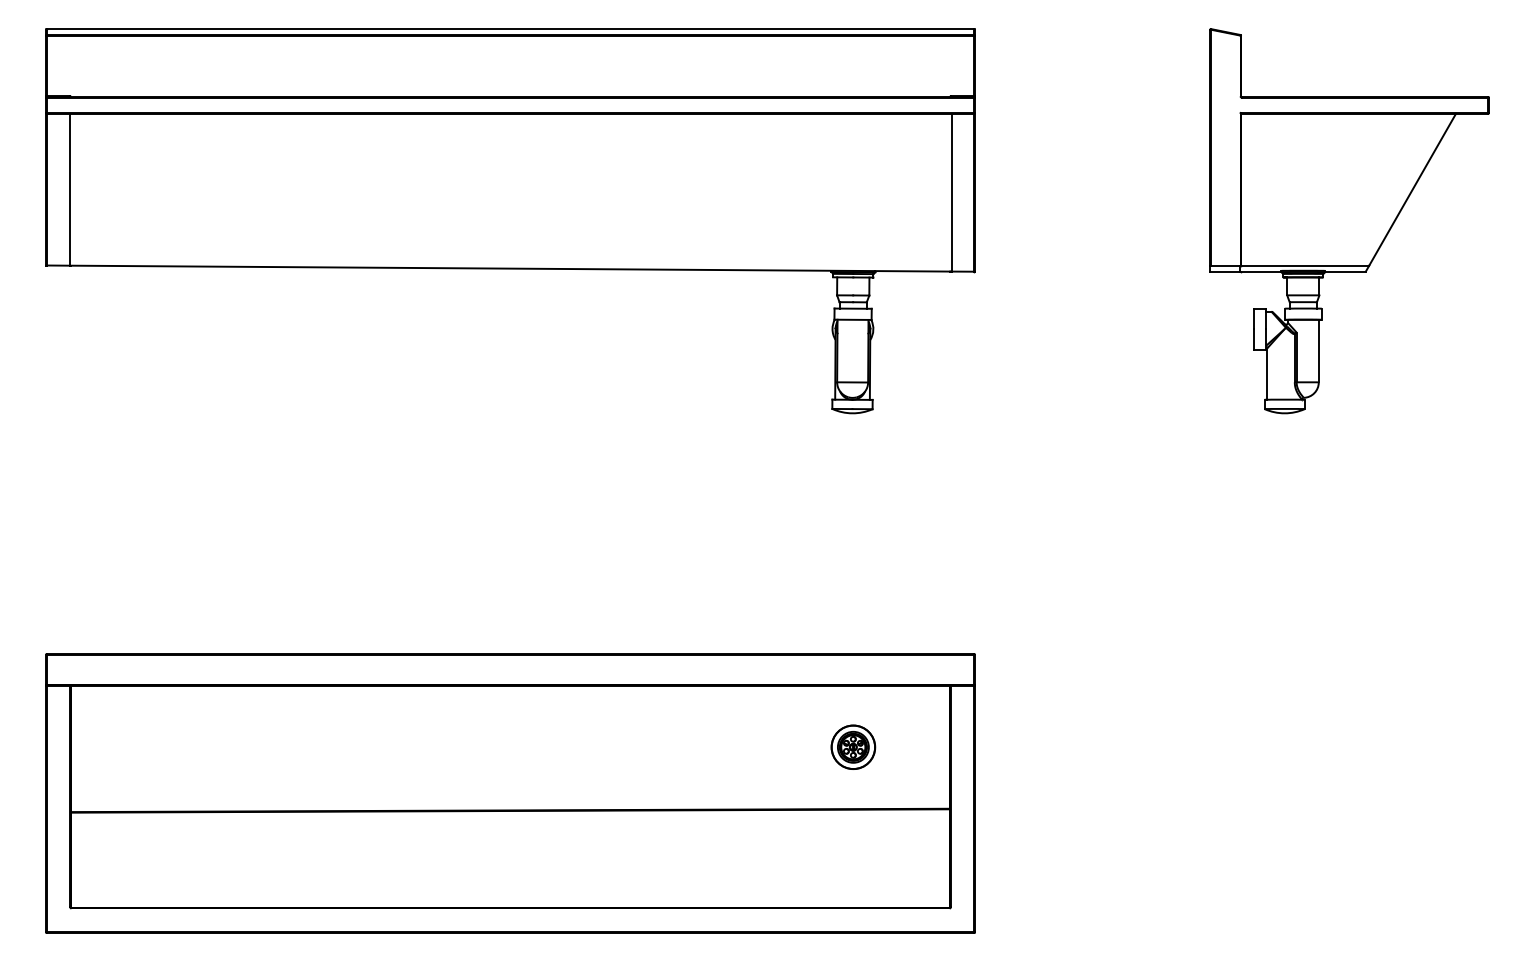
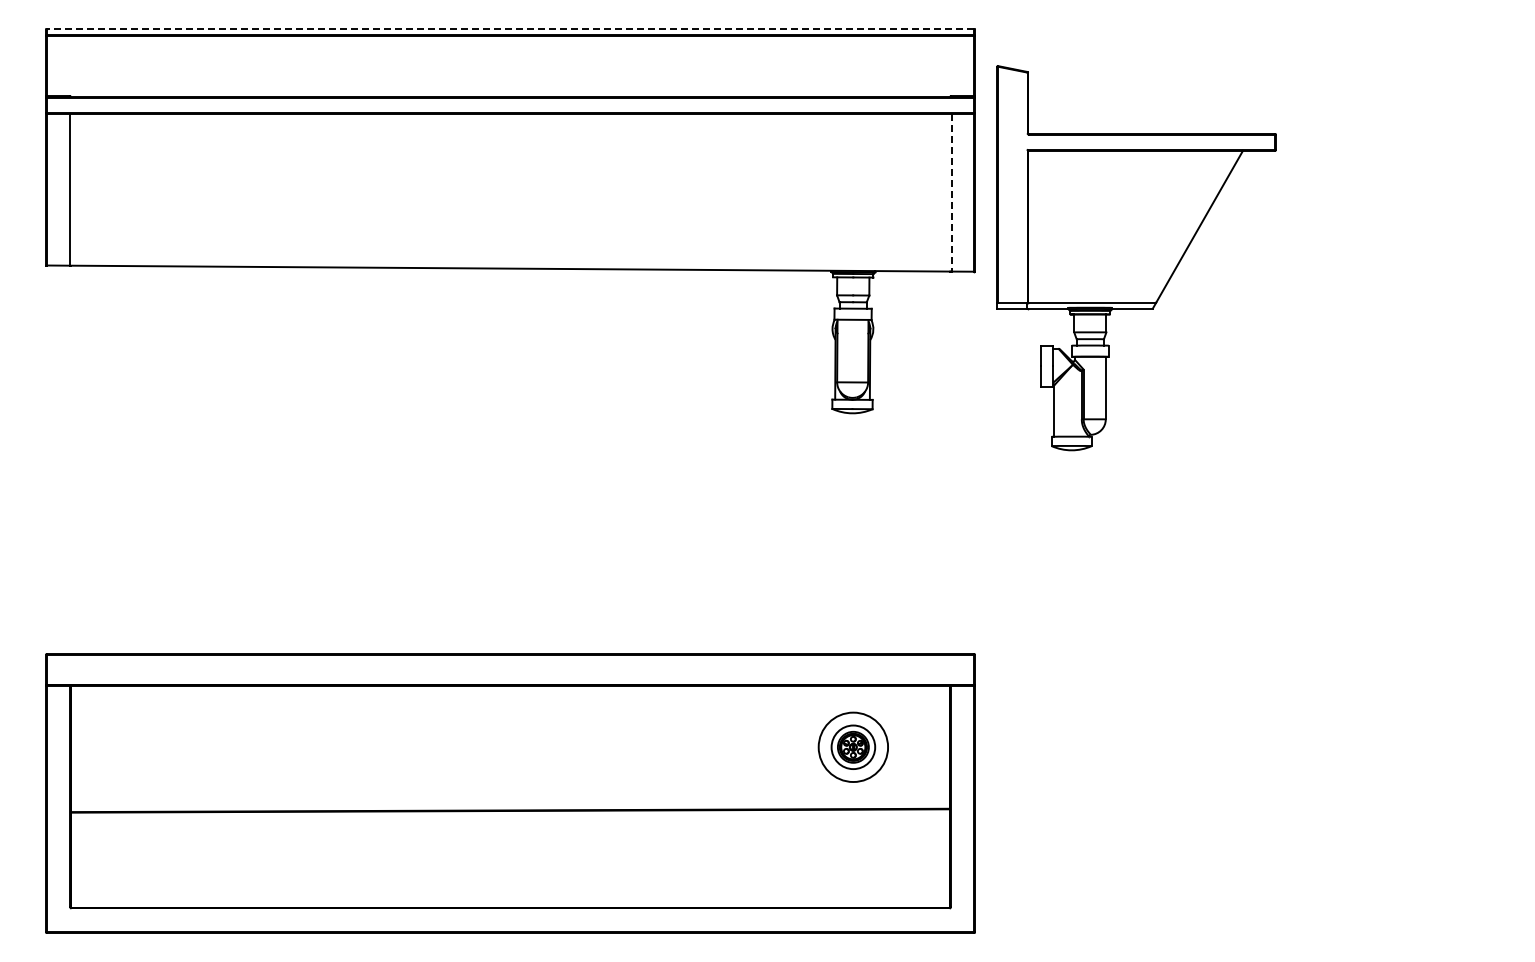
line at (510, 29): solid -> dashed
line at (951, 192): solid -> dashed
part at (1349, 221) position: (1349, 221) -> (1136, 258)
circle at (853, 747) diameter: 43 px -> 69 px
